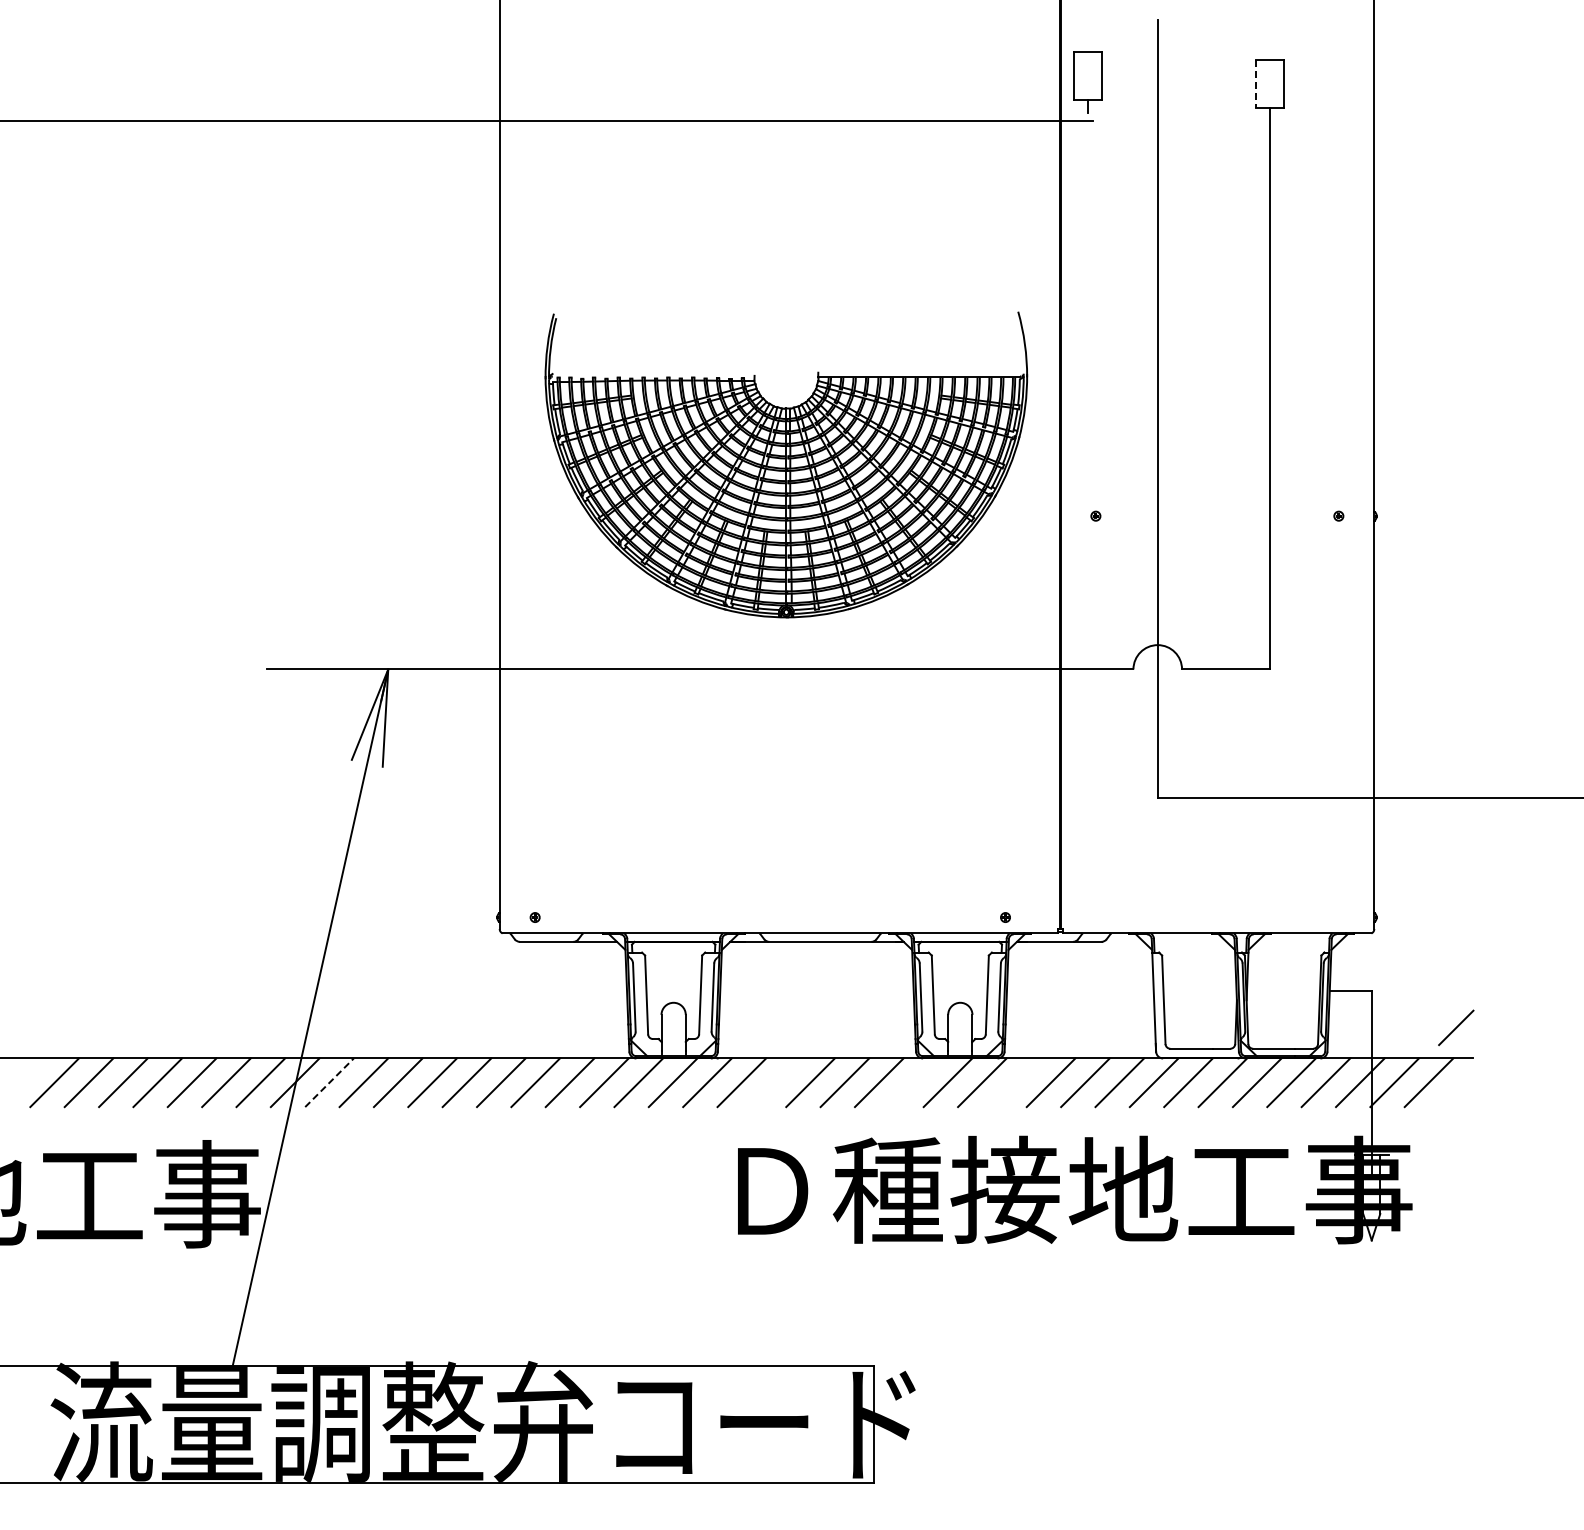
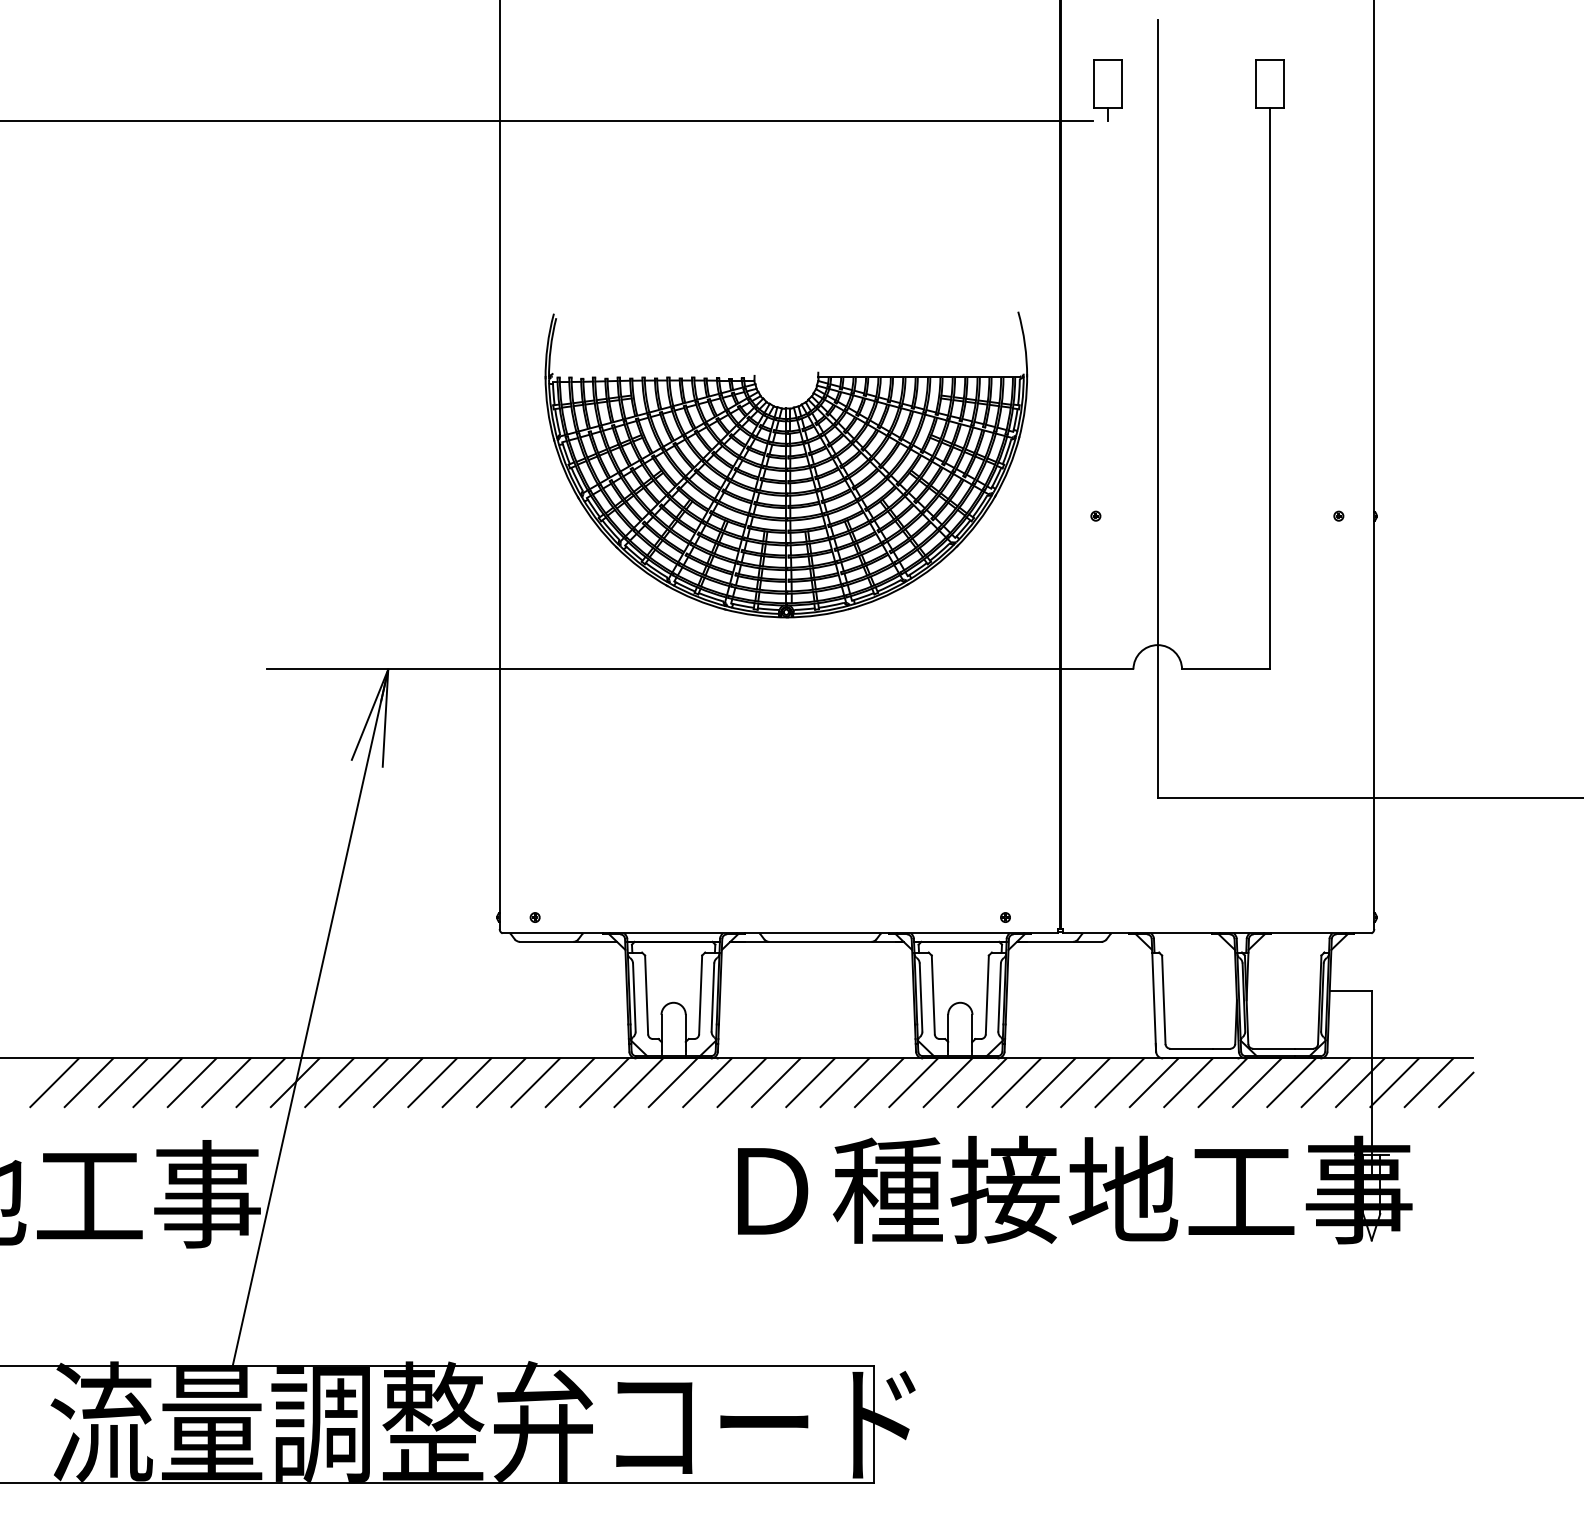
part at (1087, 82) position: (1087, 82) -> (1107, 90)
line at (1256, 84): dashed -> solid
line at (1456, 1027) position: (1456, 1027) -> (1456, 1089)
line at (329, 1082): dashed -> solid
line at (775, 1082): none -> present
line at (913, 1082): none -> present
line at (1016, 1082): none -> present
